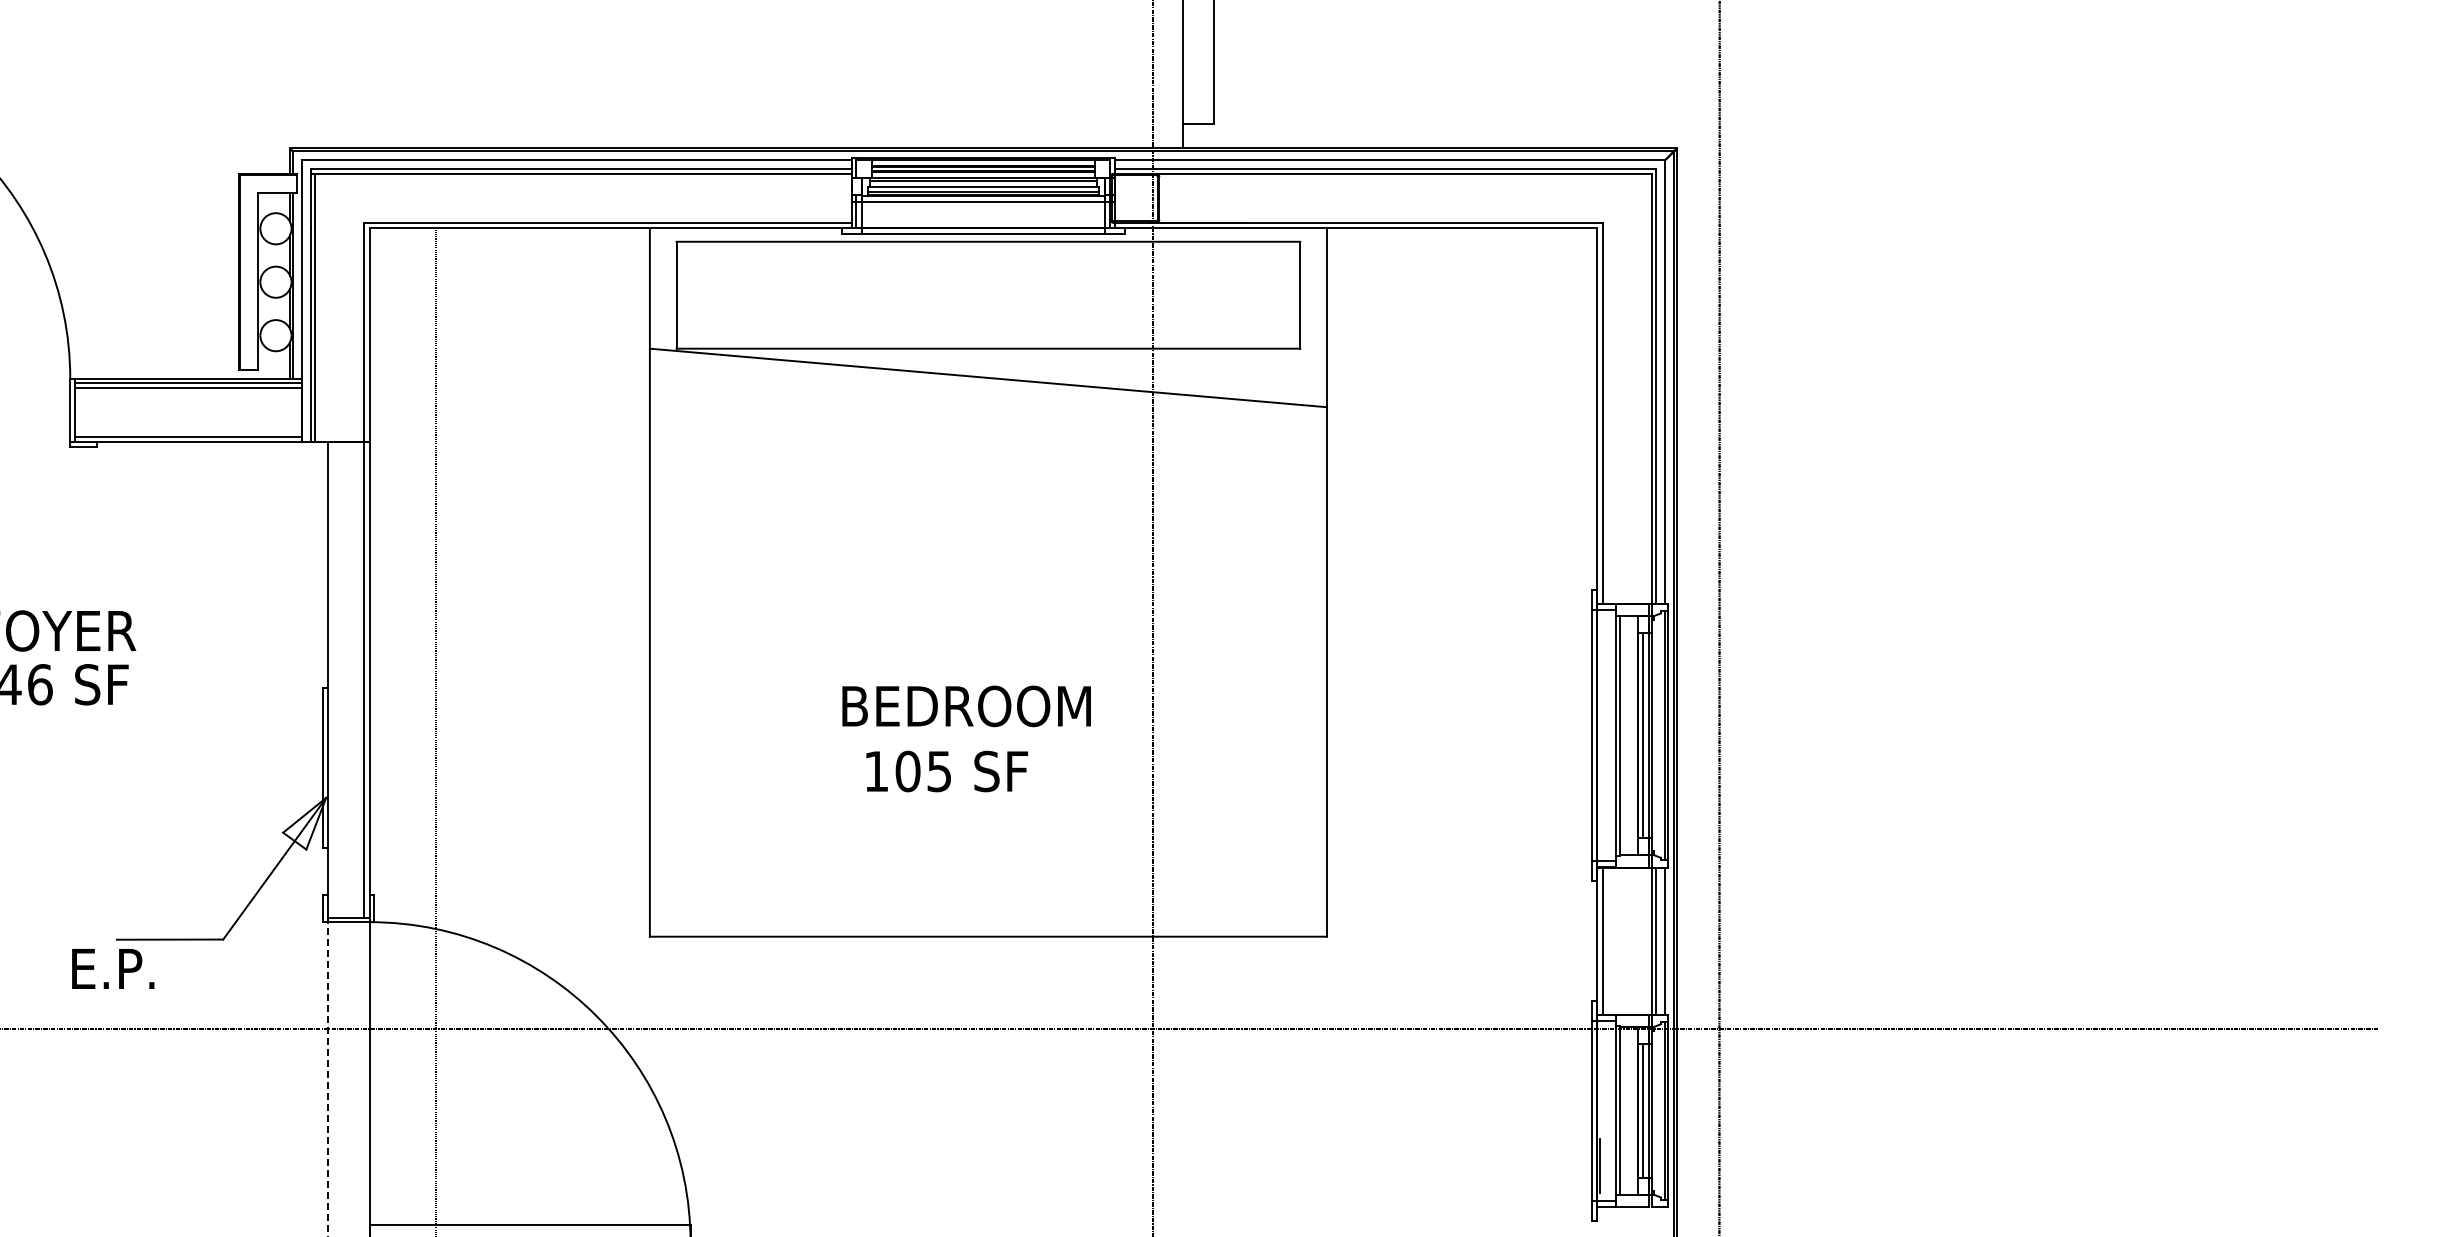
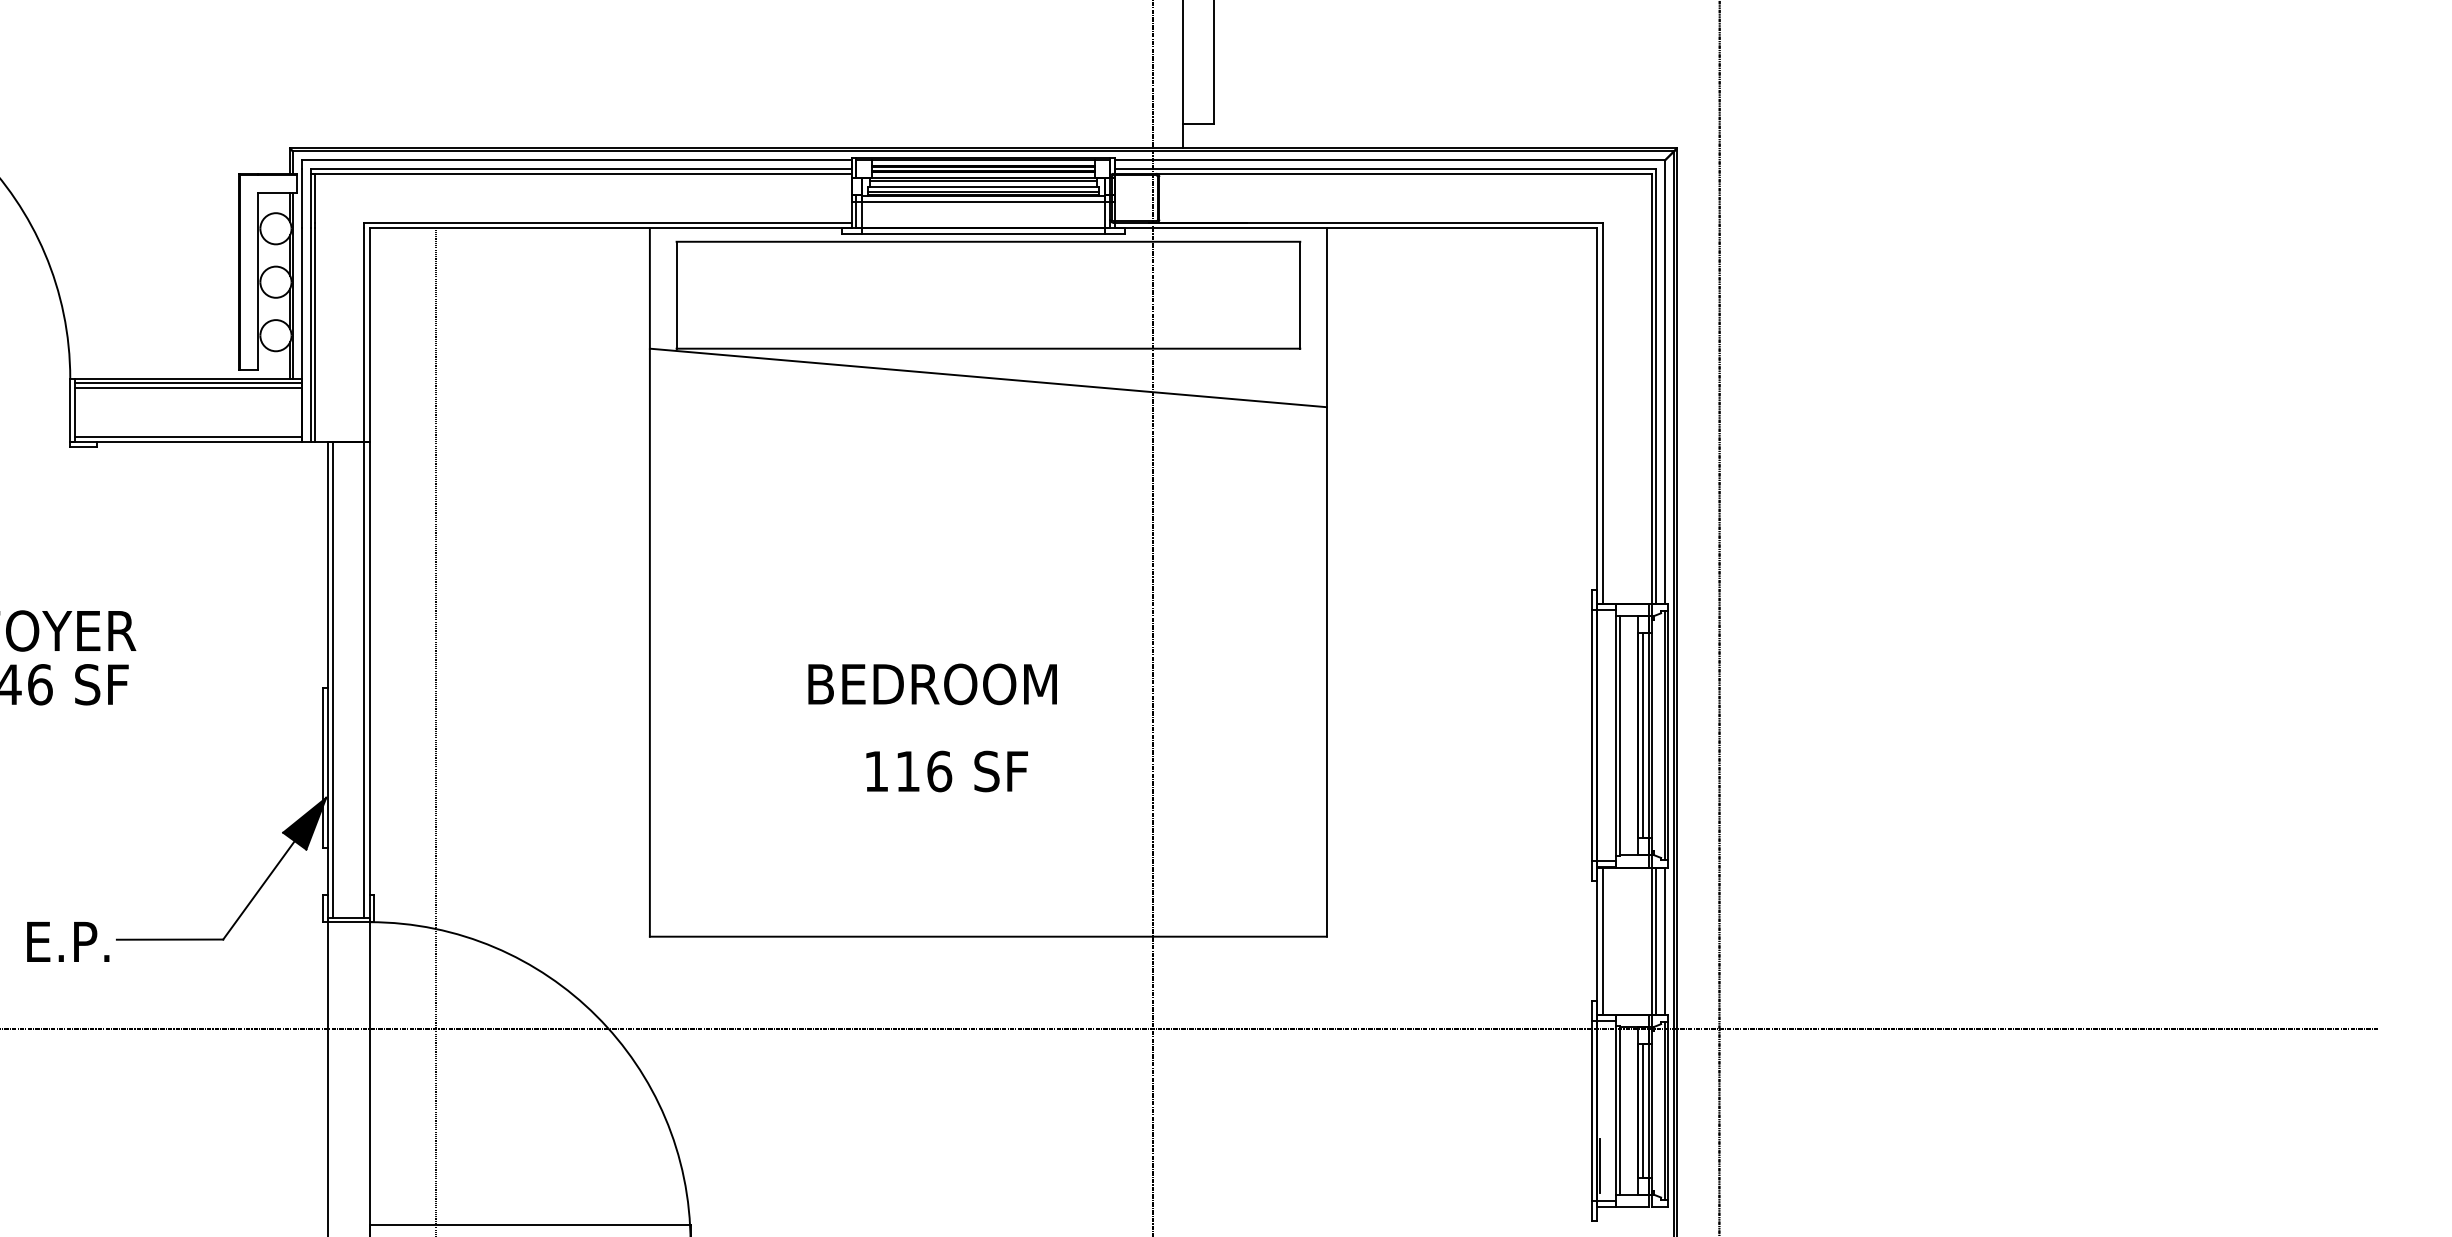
line at (333, 679): none -> present
text at (966, 706) position: (966, 706) -> (932, 684)
text at (923, 771): 105 -> 116
fill at (304, 823): none -> present
text at (113, 968) position: (113, 968) -> (68, 941)
line at (327, 1079): dashed -> solid
